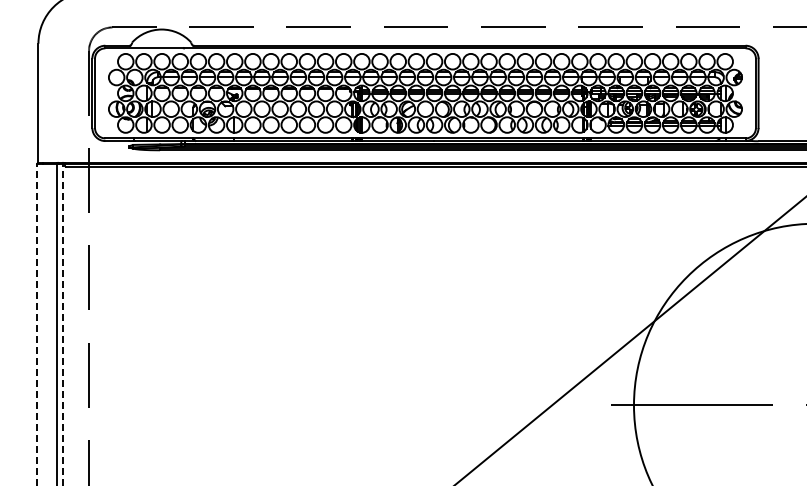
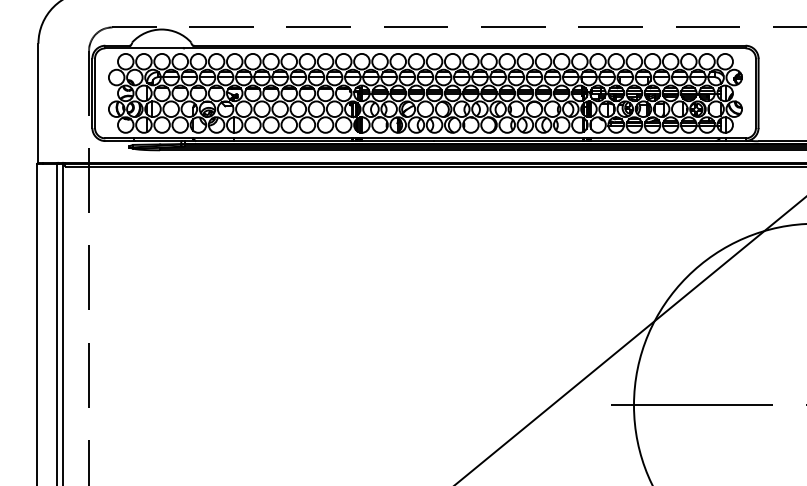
line at (37, 324): dashed -> solid
line at (63, 324): dashed -> solid
